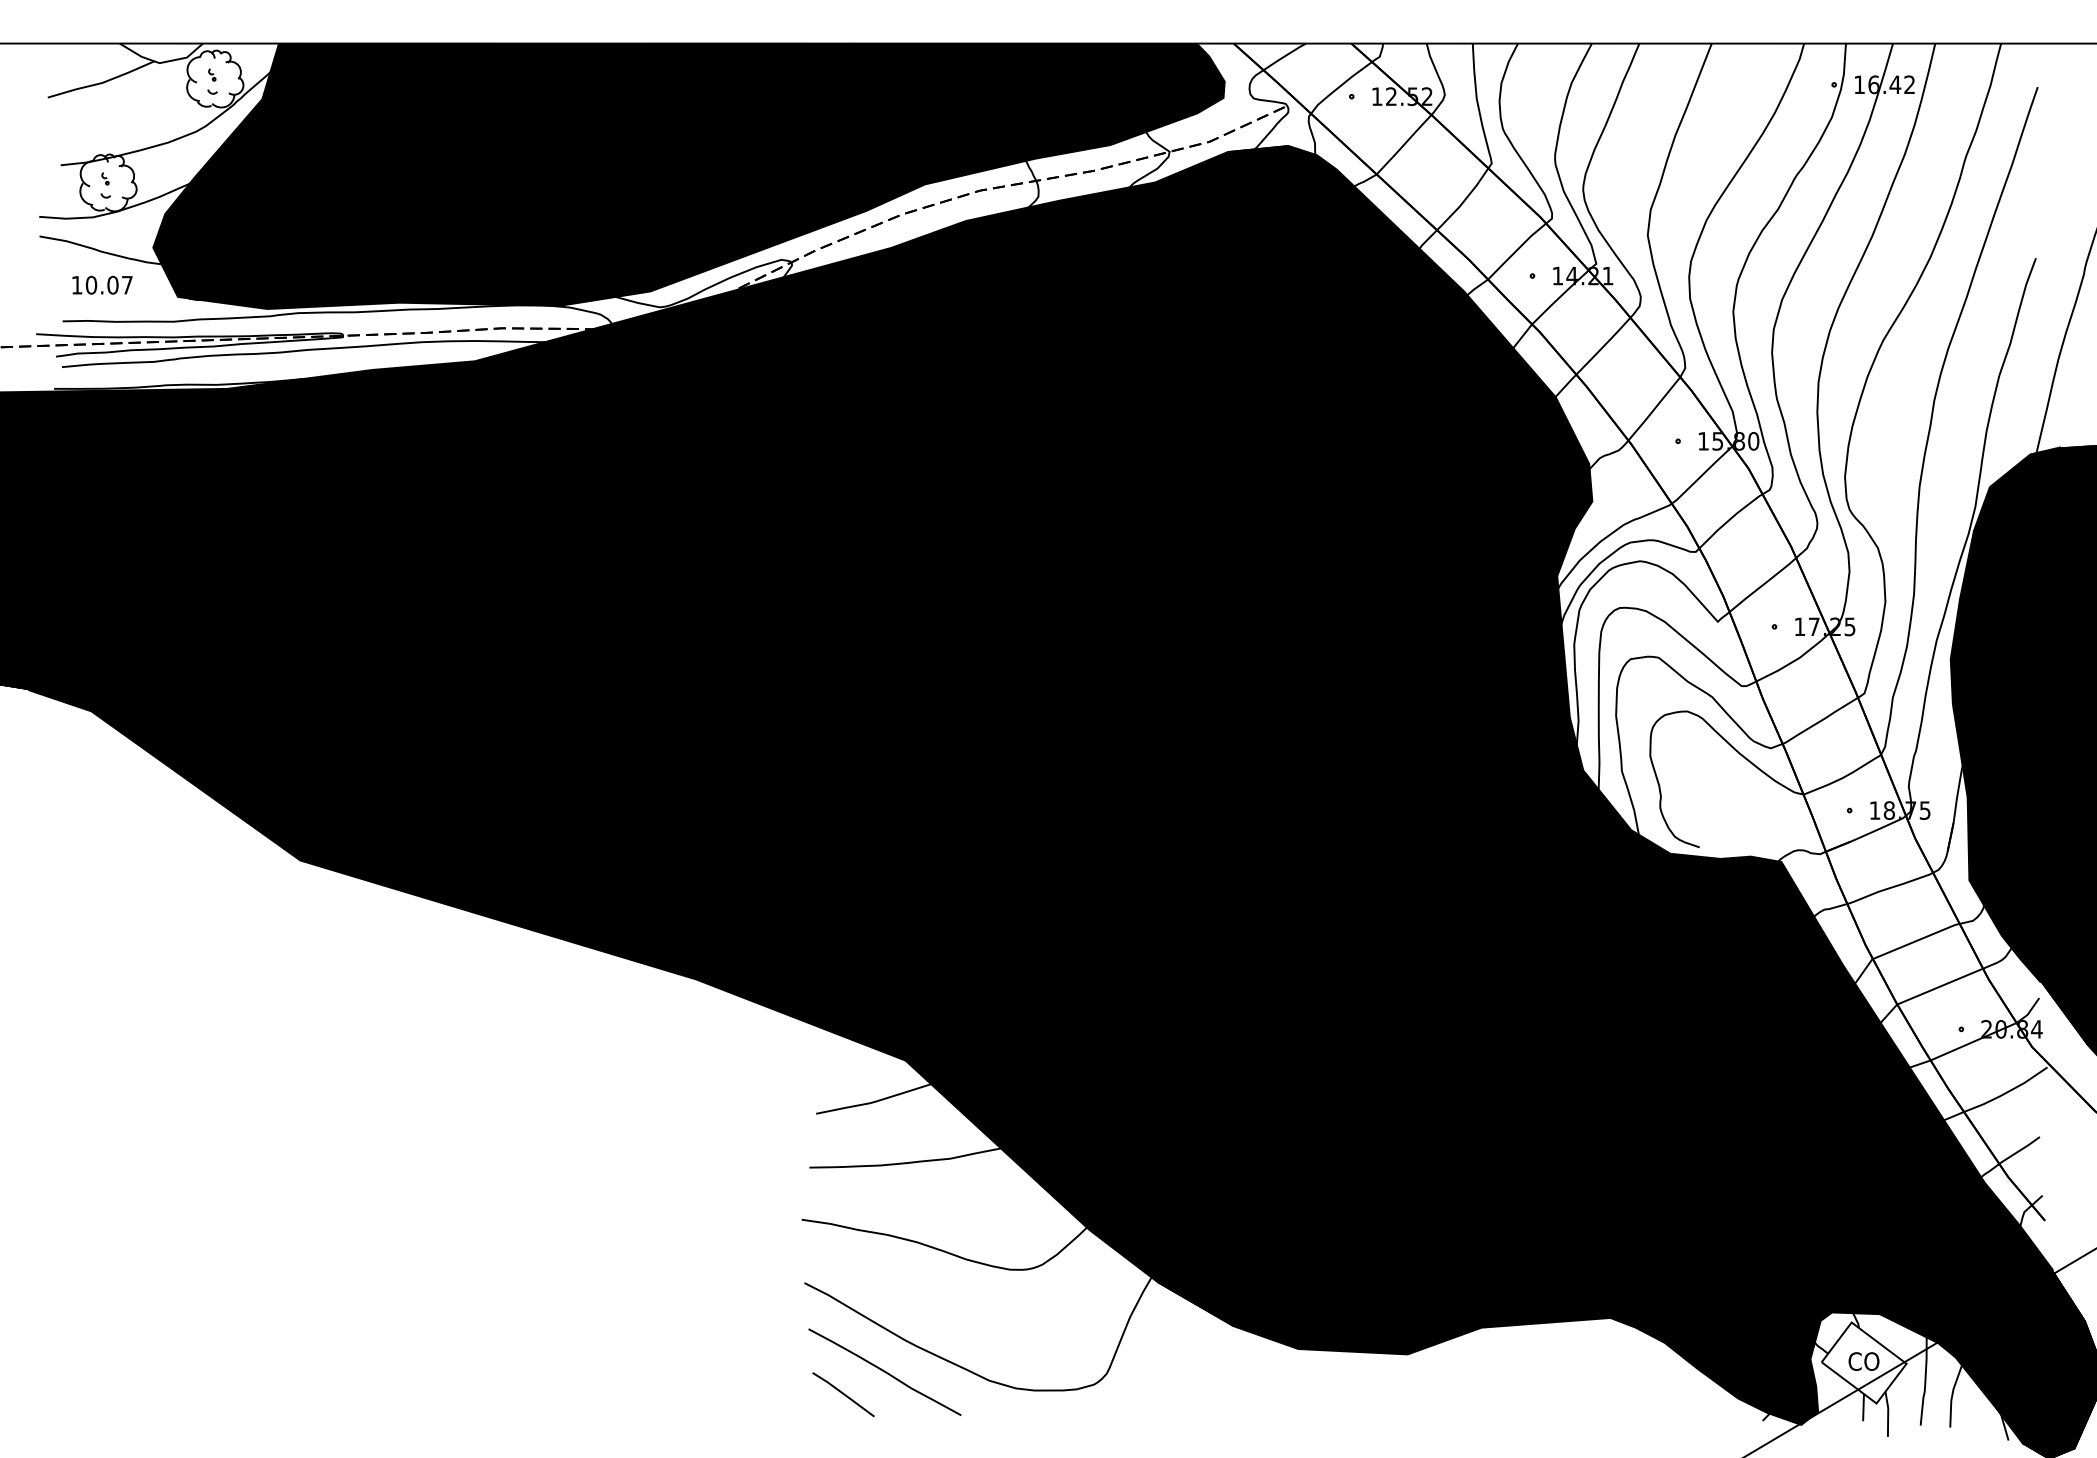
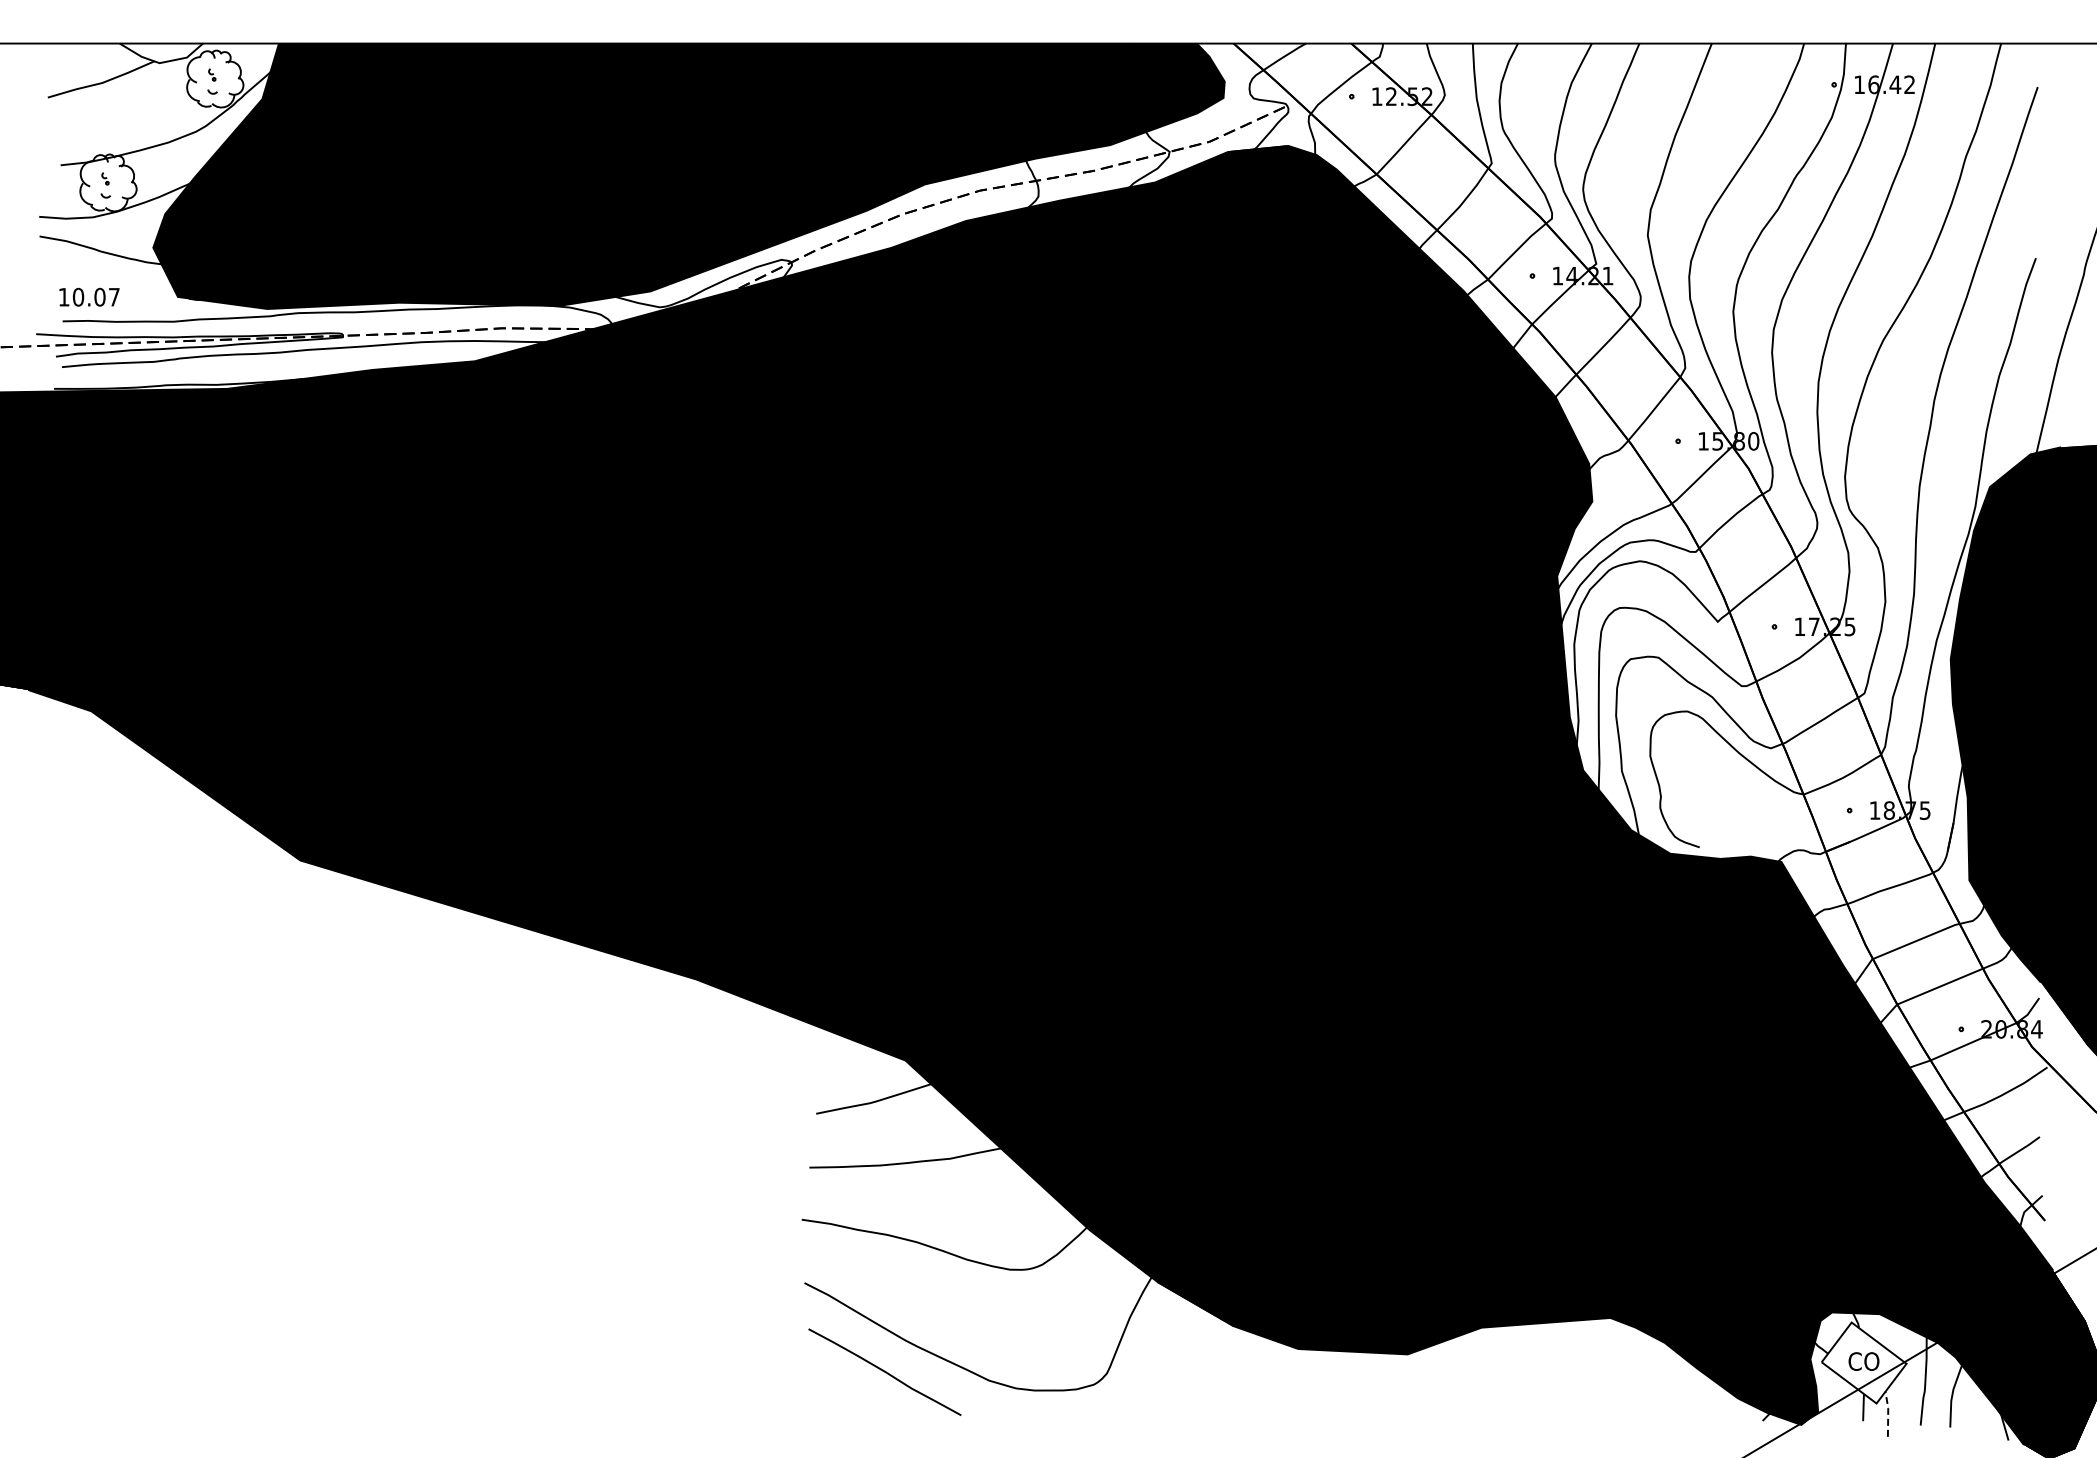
text at (102, 284) position: (102, 284) -> (89, 296)
line at (843, 1394): present -> none
line at (1888, 1413): solid -> dashed
